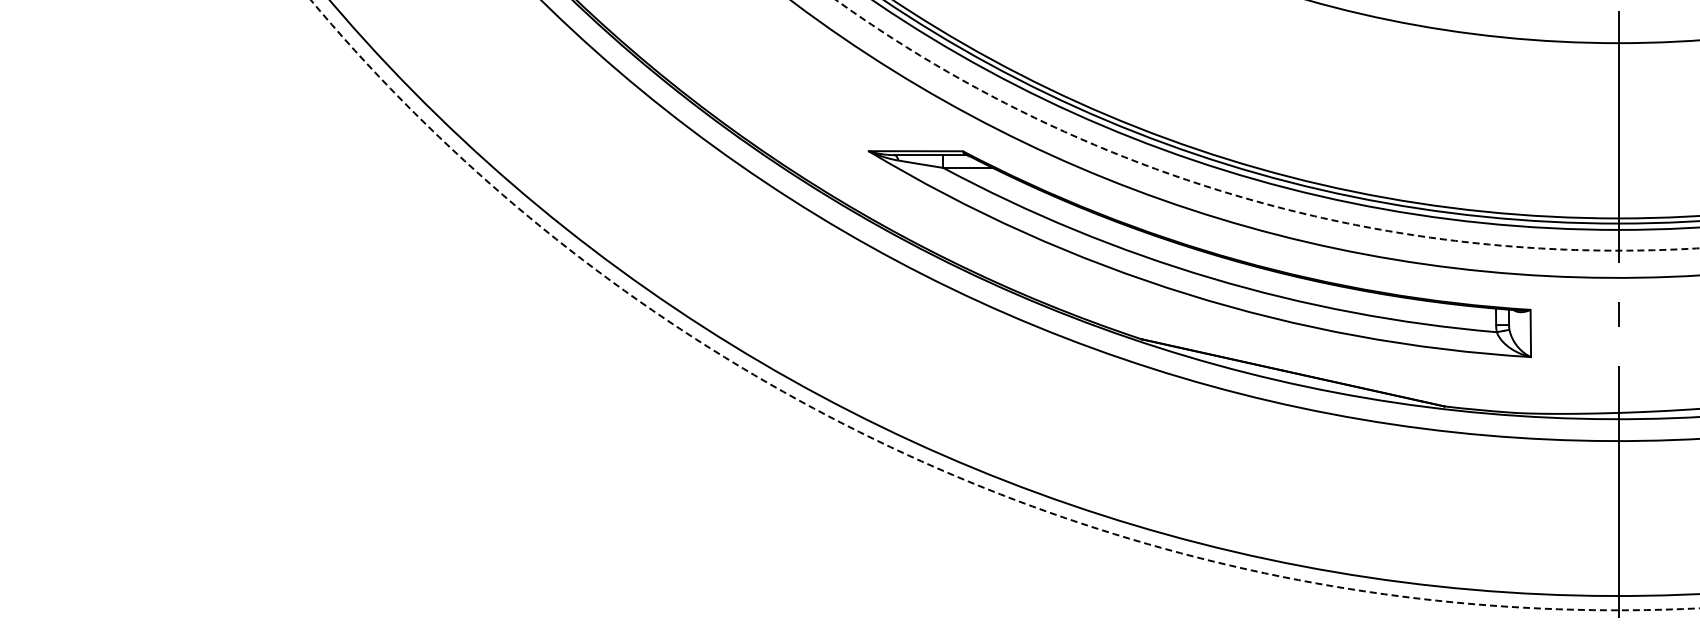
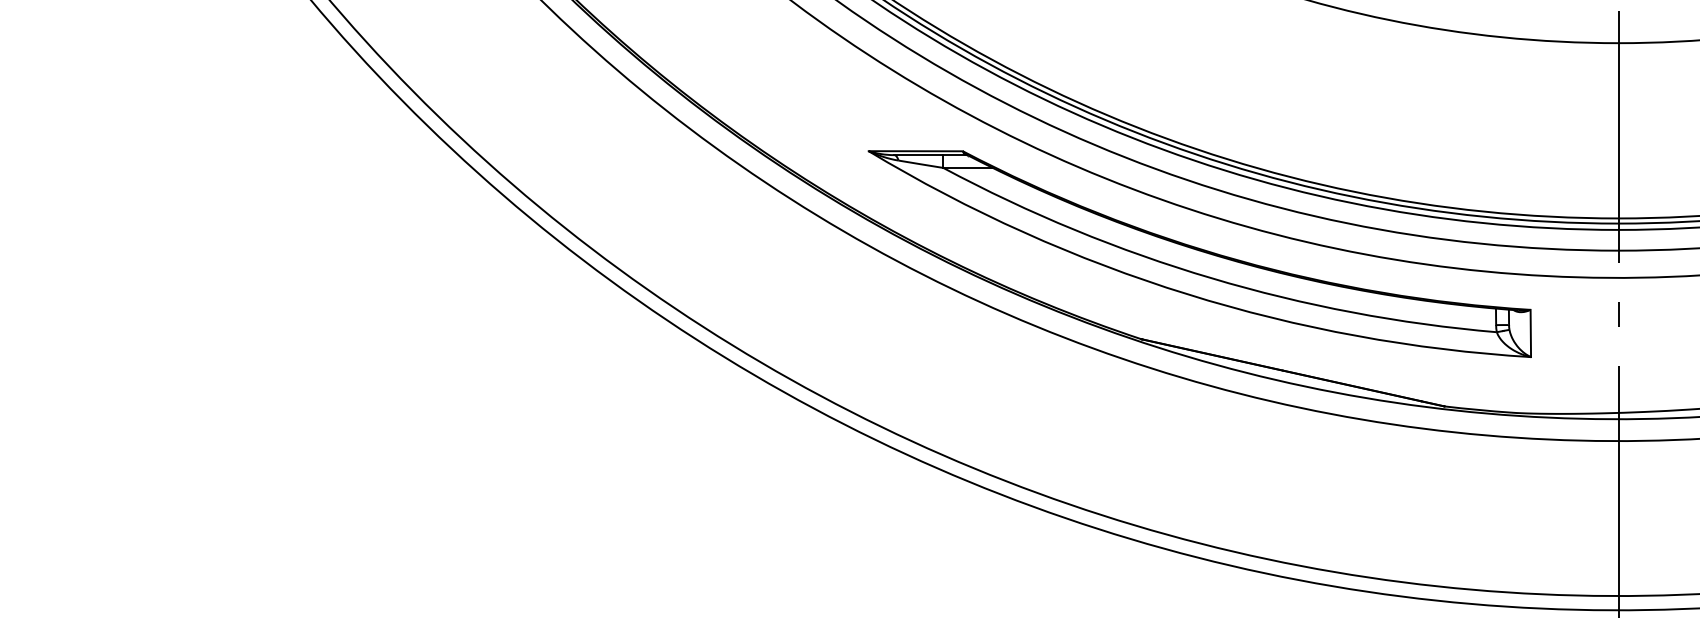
circle at (1267, 125): dashed -> solid
arc at (934, 467): dashed -> solid
